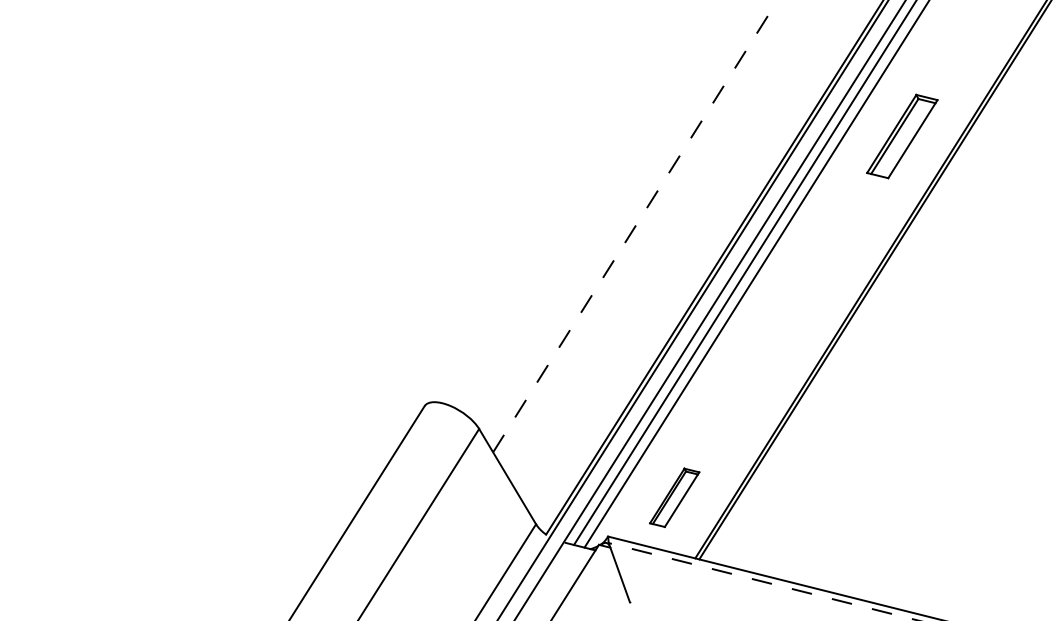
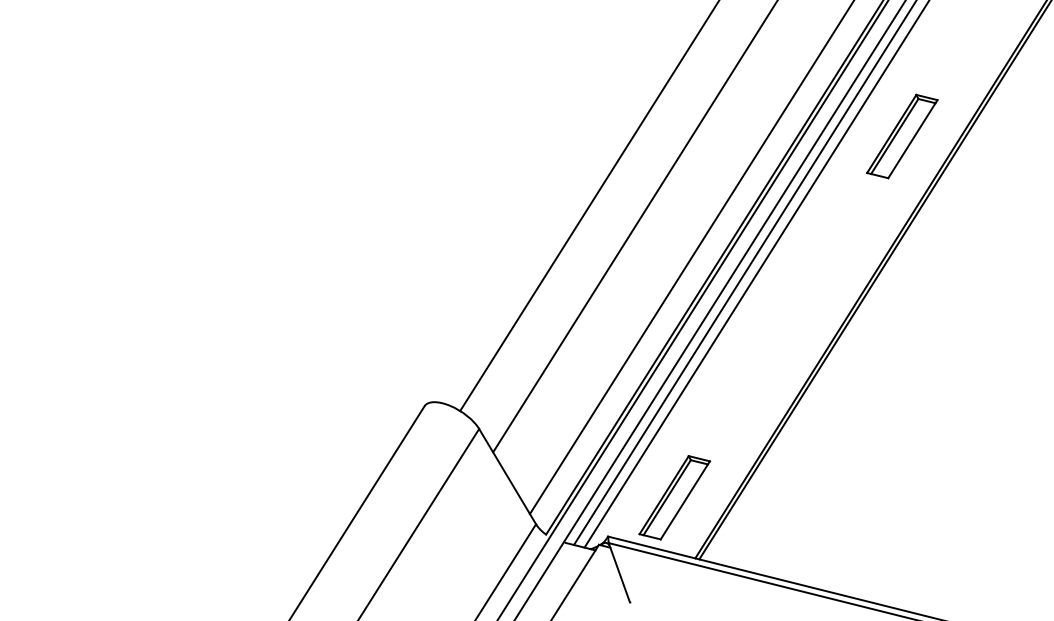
line at (588, 206): none -> present
line at (635, 225): dashed -> solid
line at (690, 258): none -> present
part at (674, 497) size: 52x62 px -> 73x86 px
line at (763, 581): dashed -> solid
